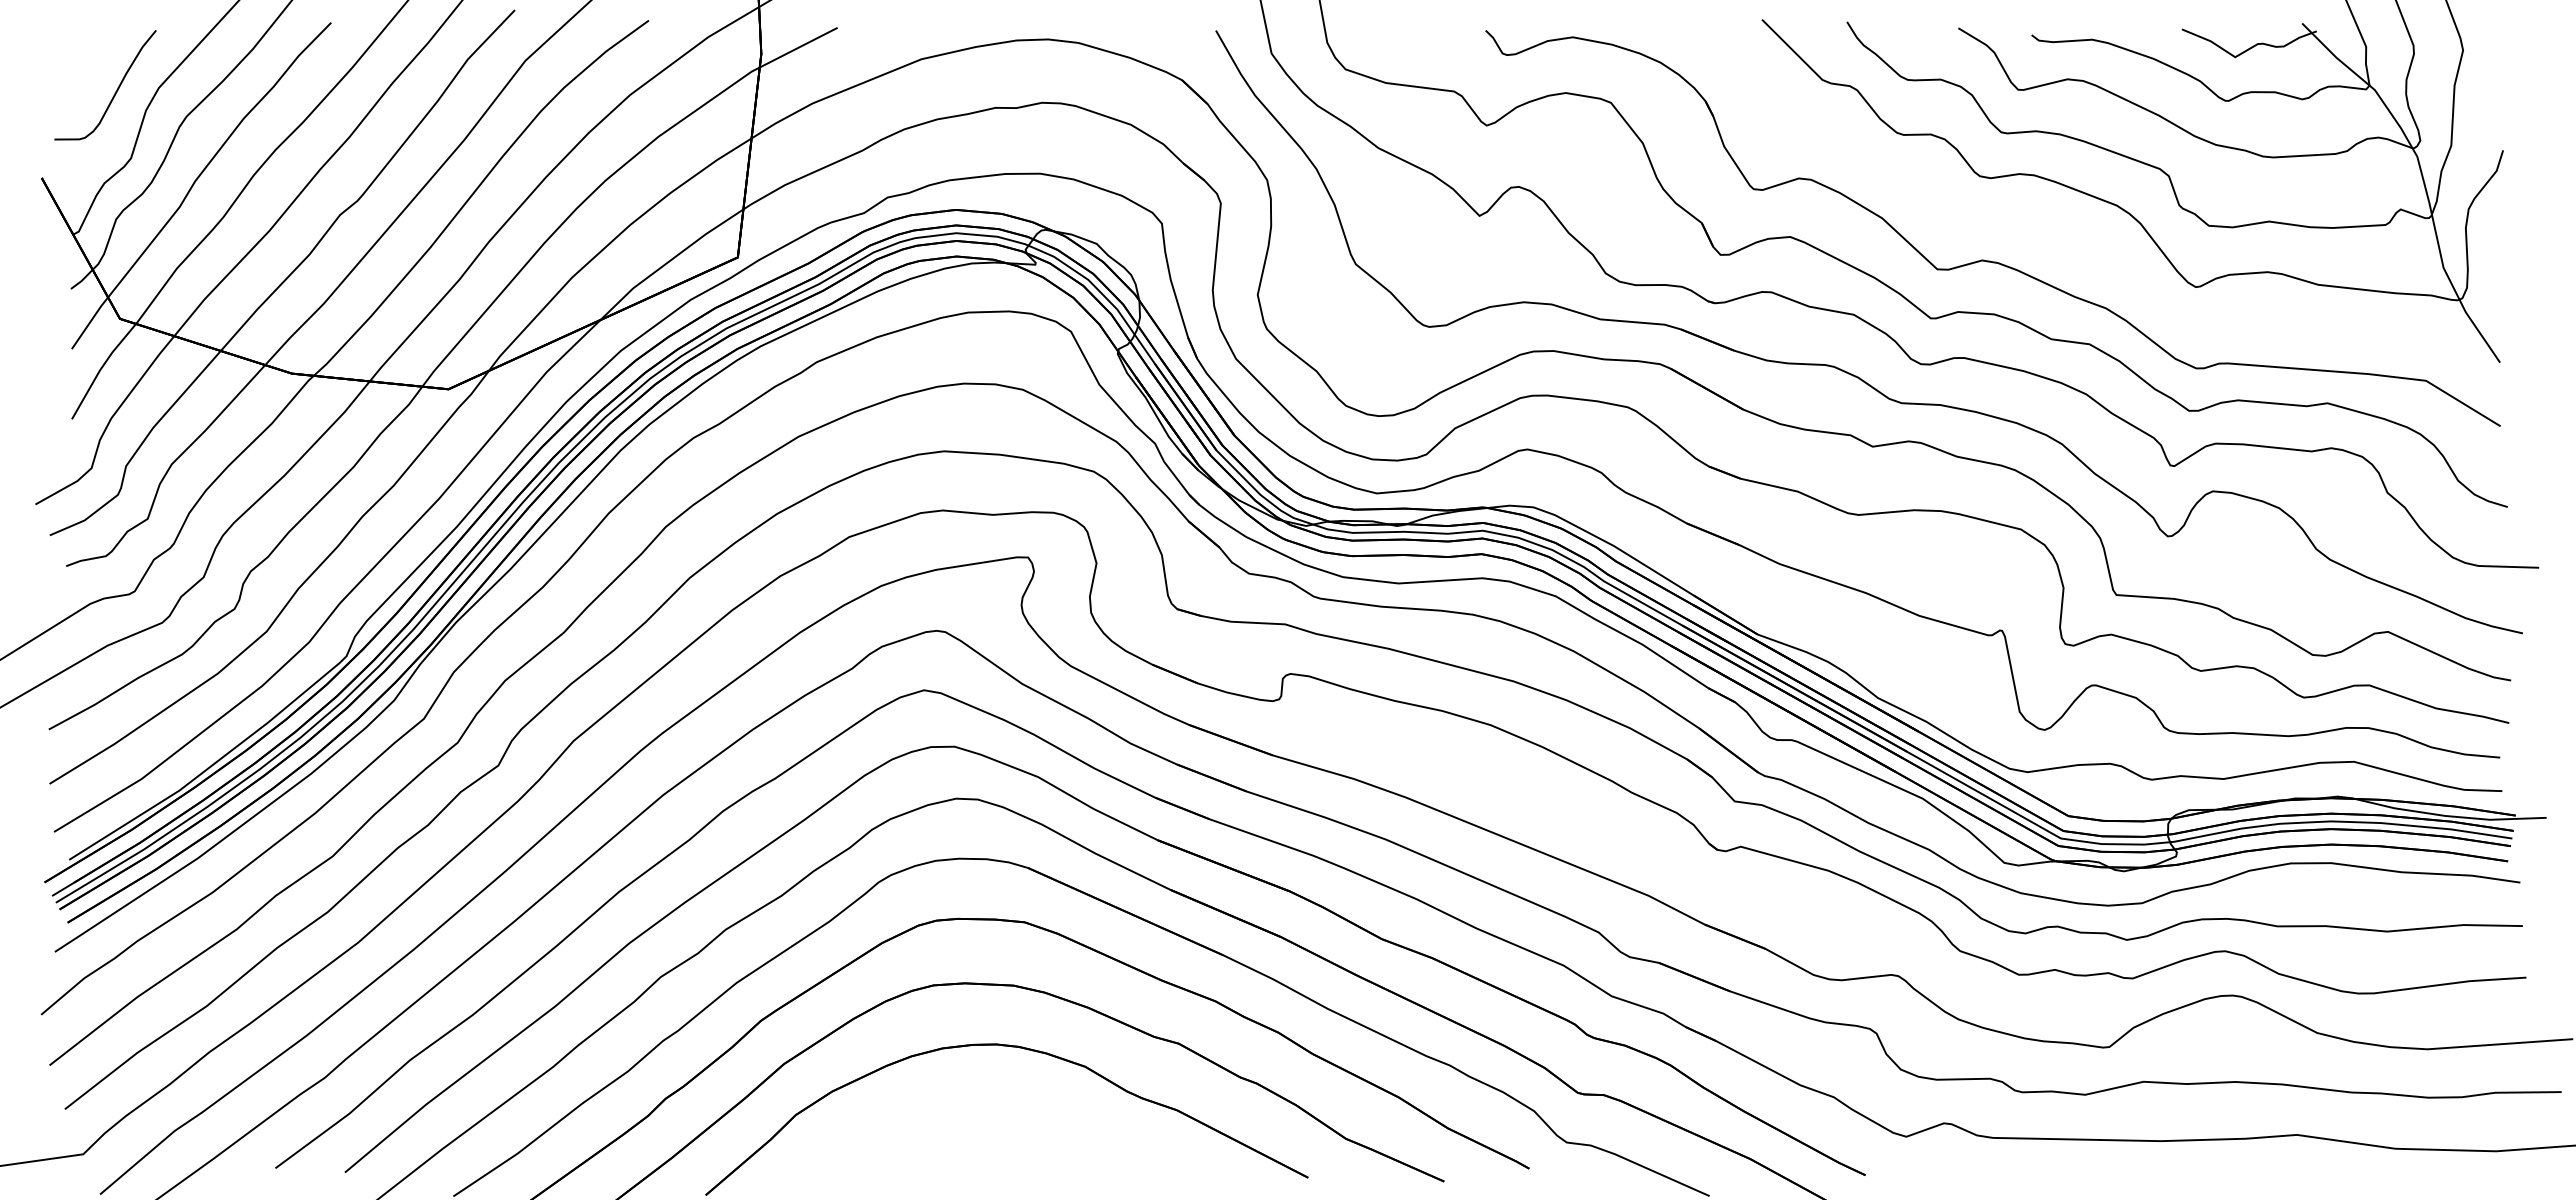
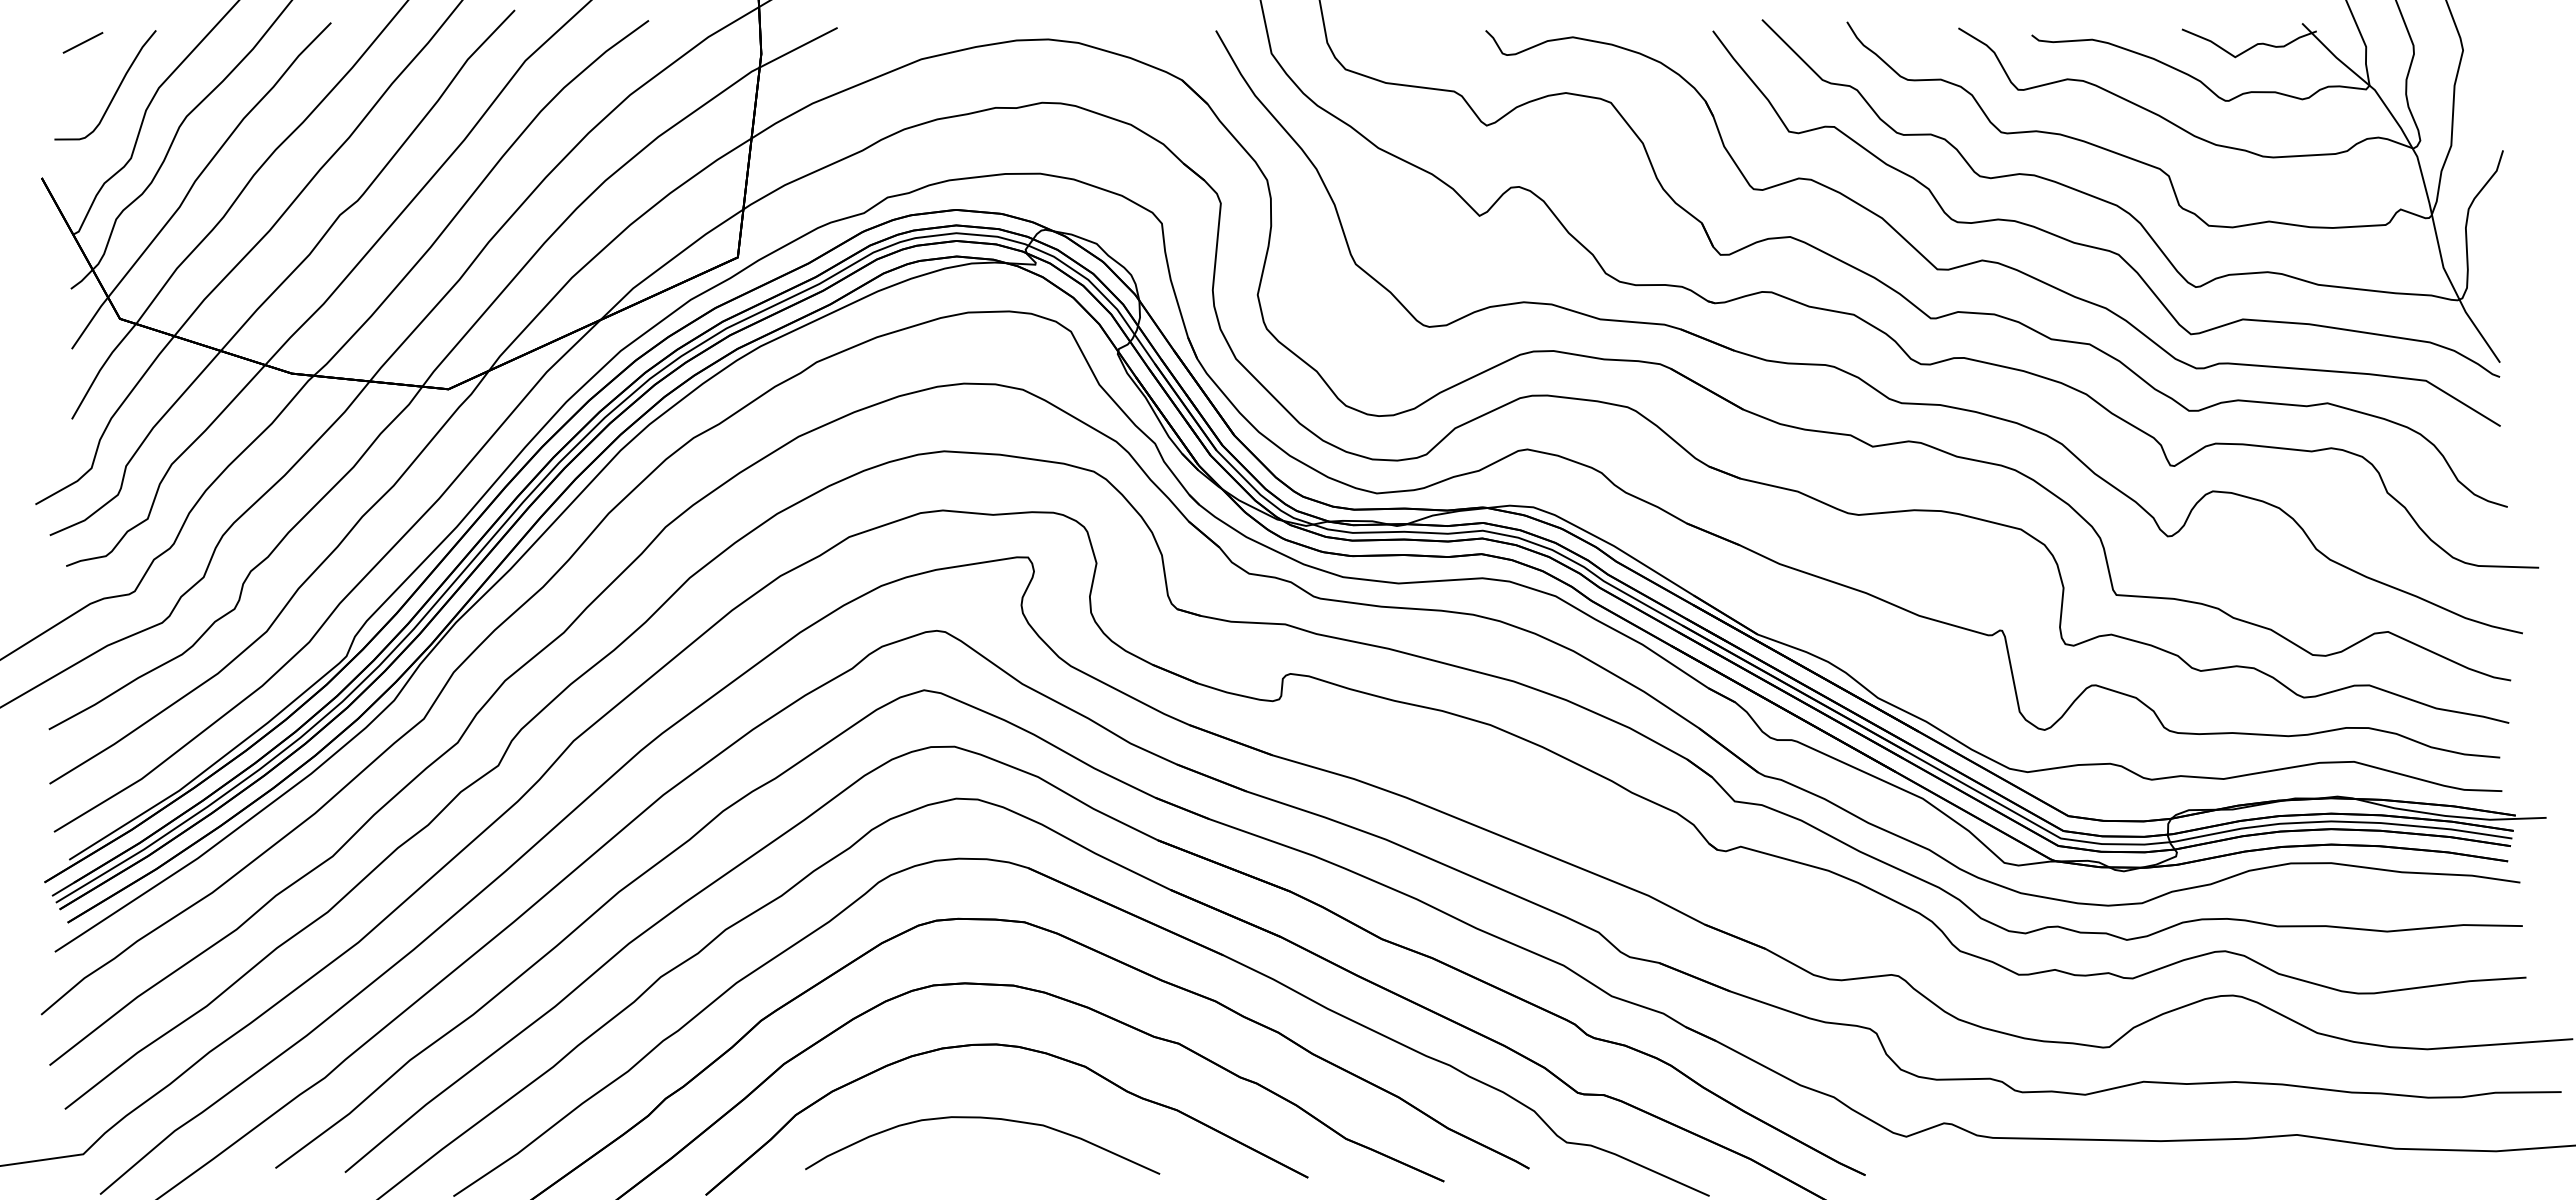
line at (82, 42): none -> present
part at (2095, 246): none -> present
part at (989, 1119): none -> present
